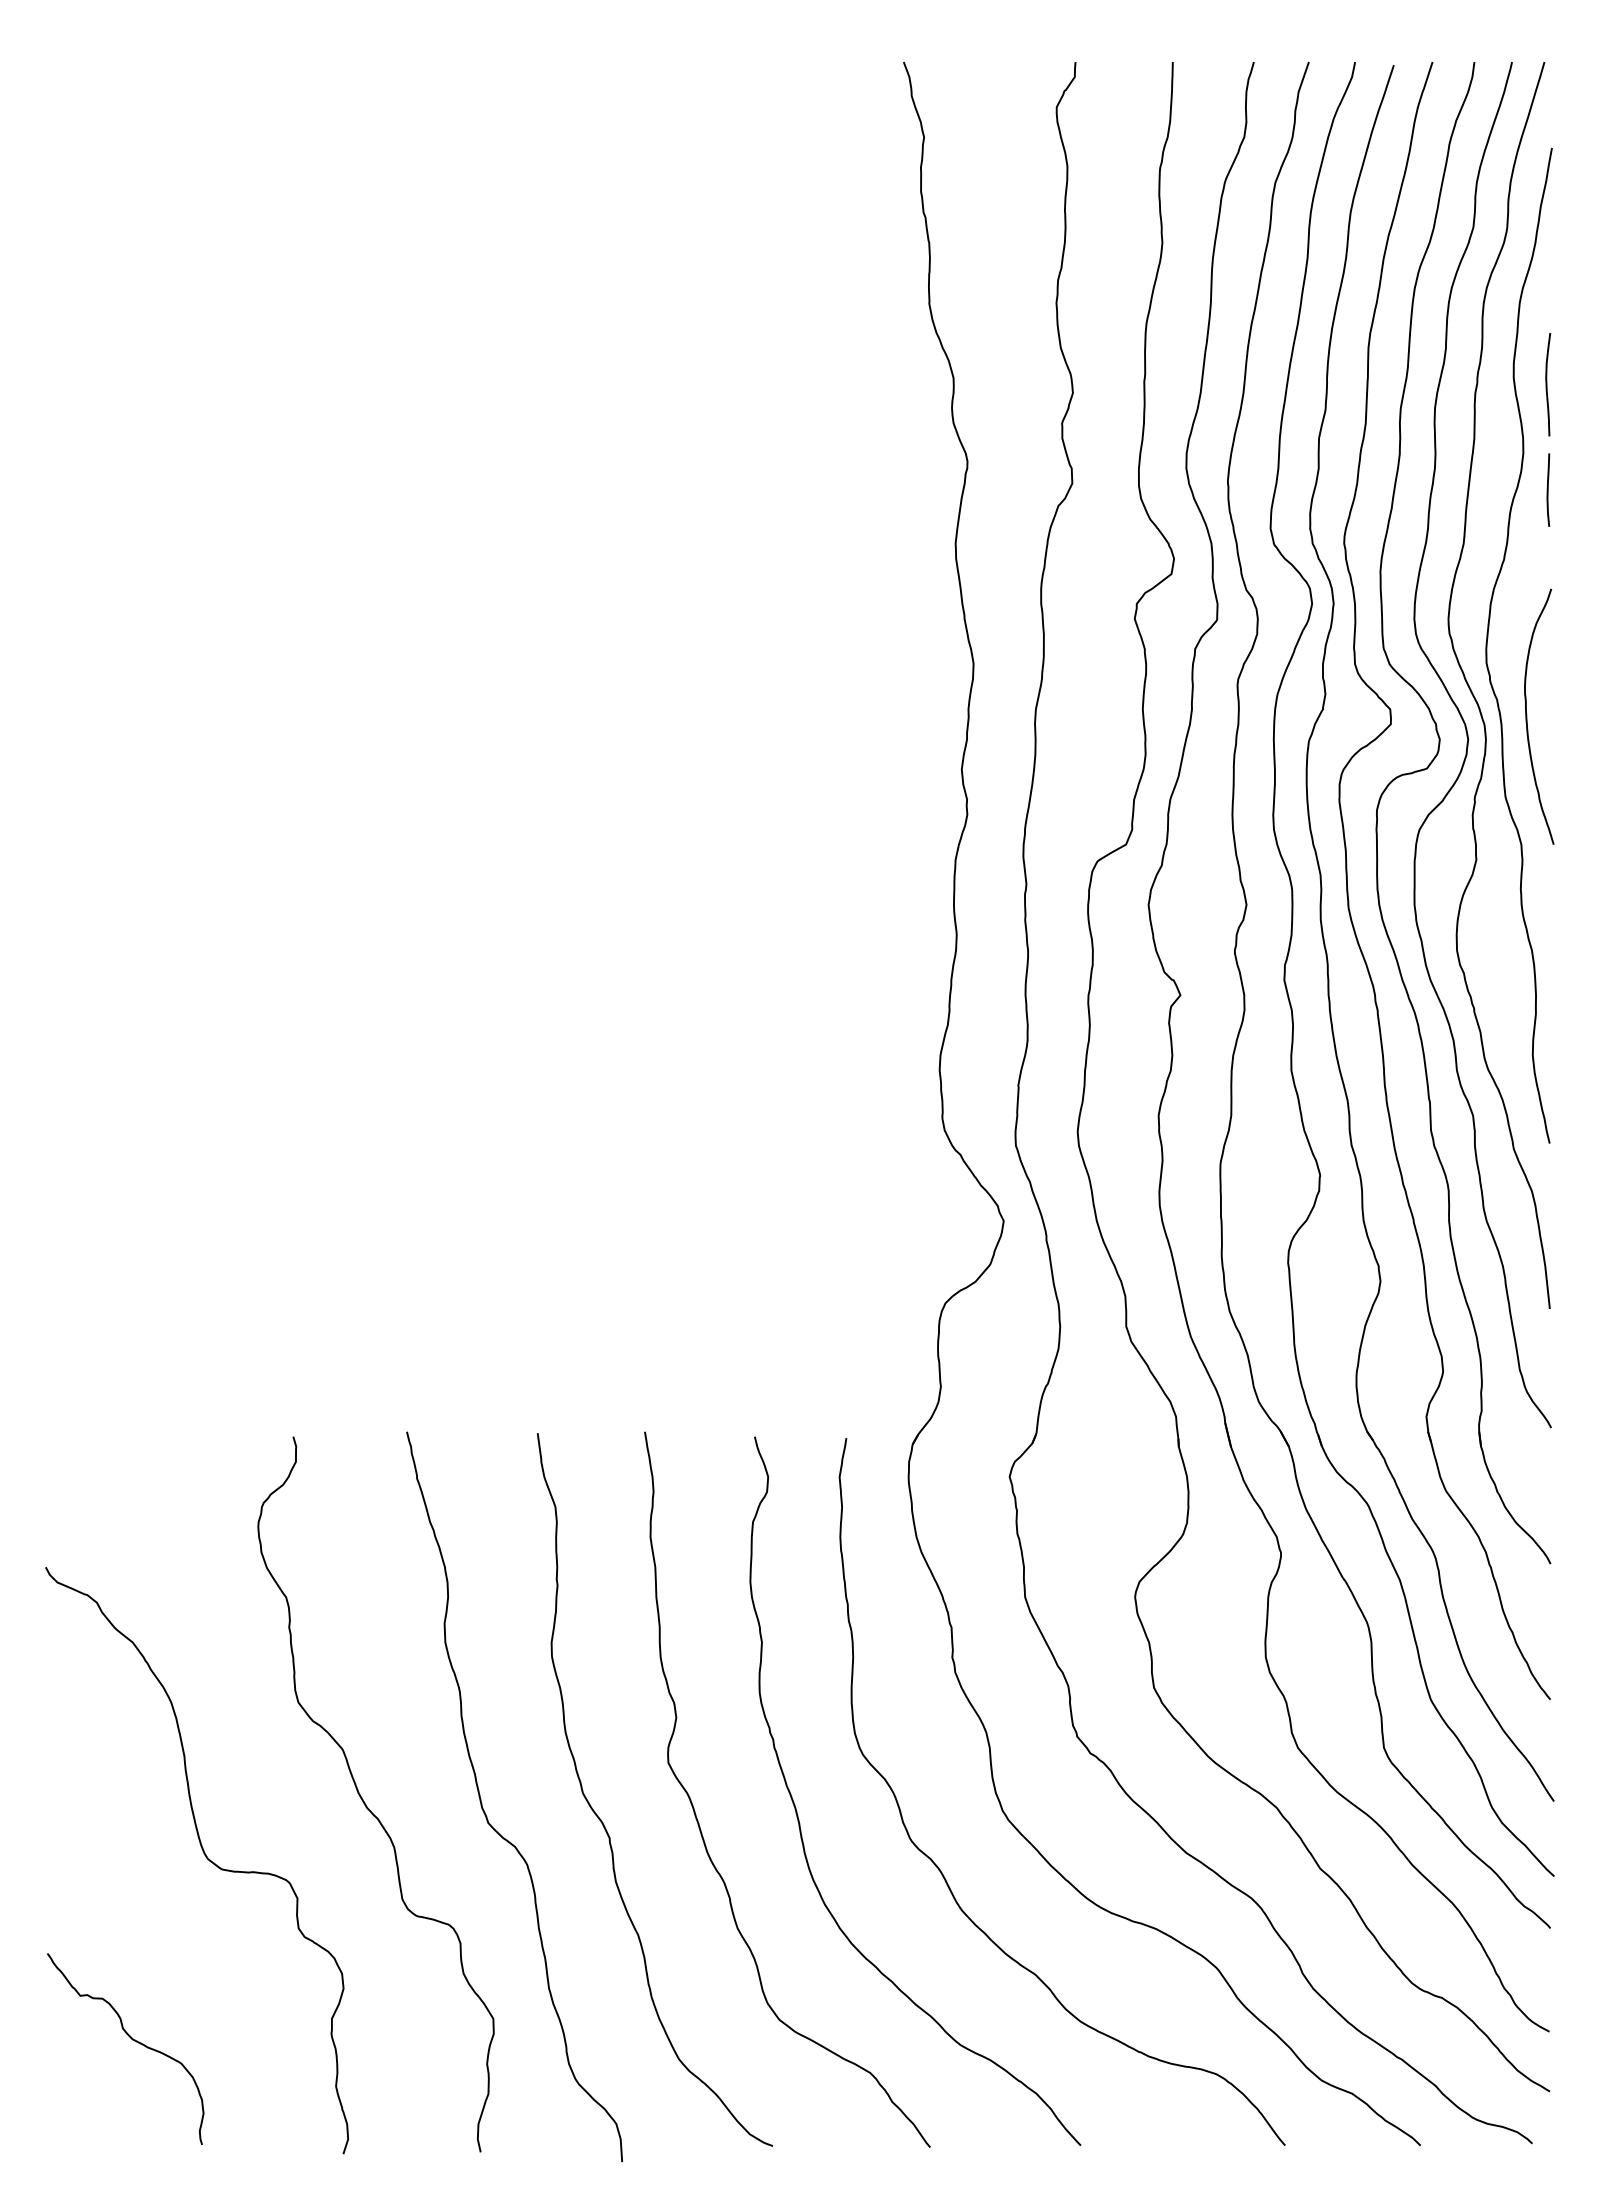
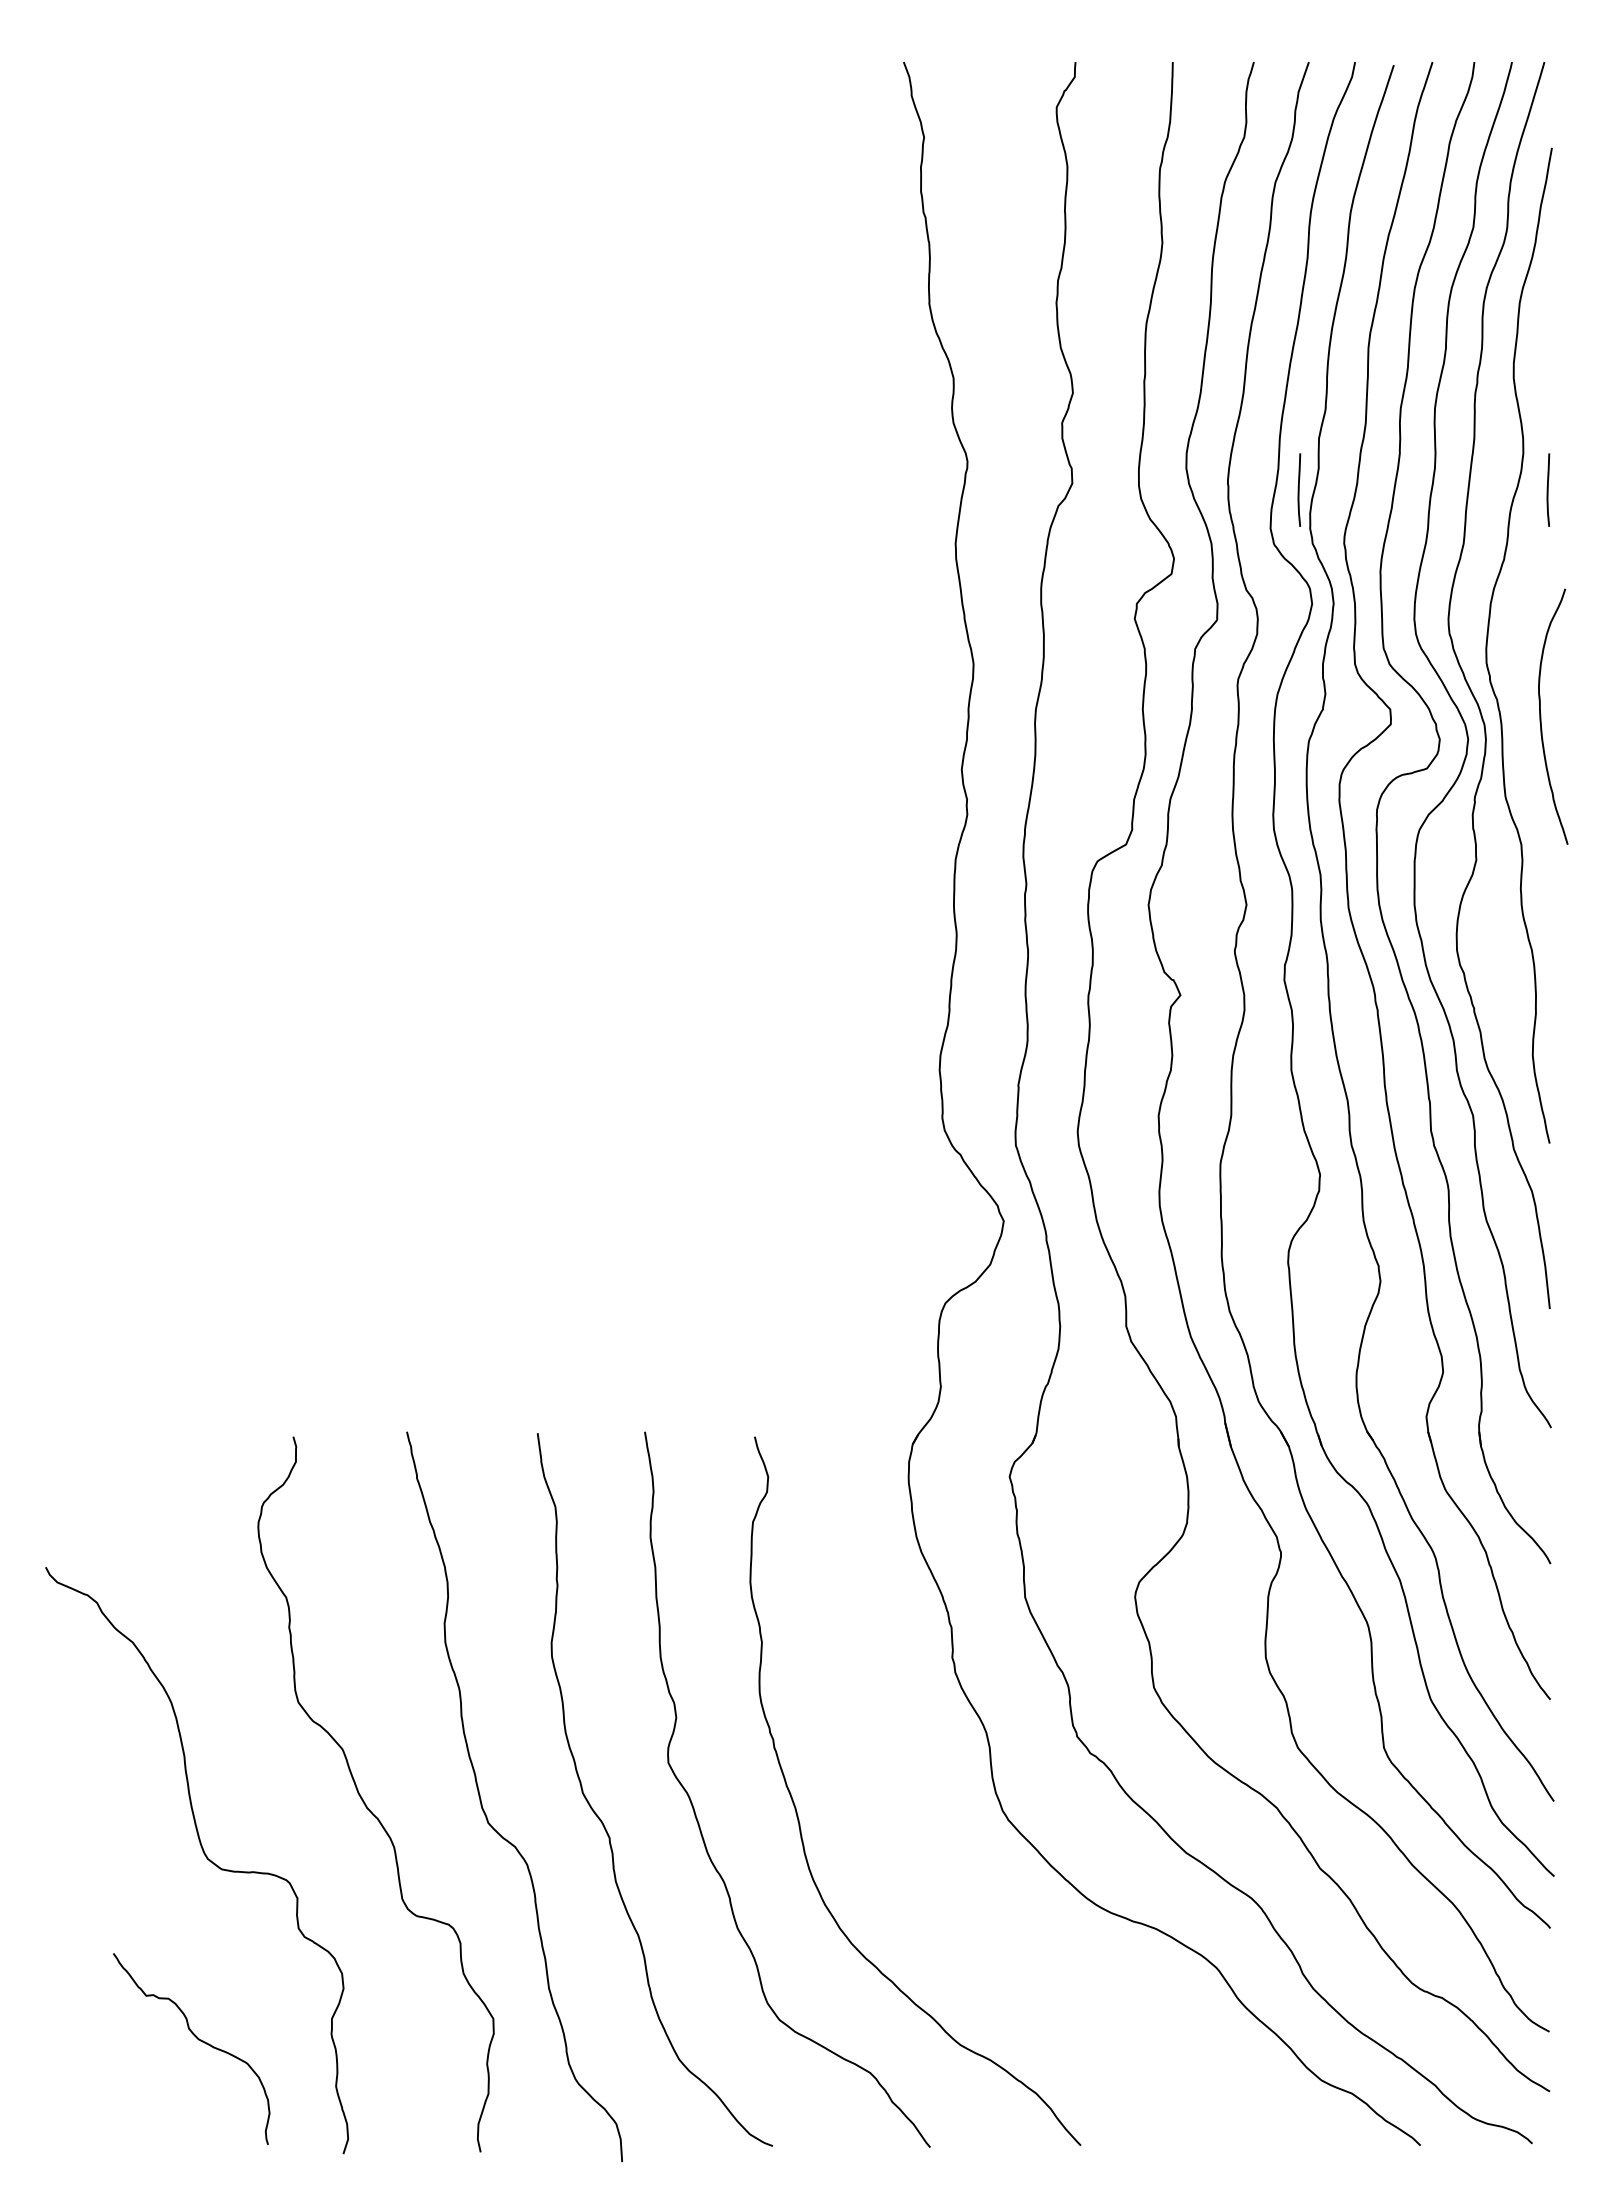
curve at (1547, 384): present -> none
curve at (1299, 489): none -> present
curve at (1527, 716) position: (1527, 716) -> (1541, 716)
curve at (942, 1872): present -> none
curve at (132, 2040) position: (132, 2040) -> (198, 2040)
